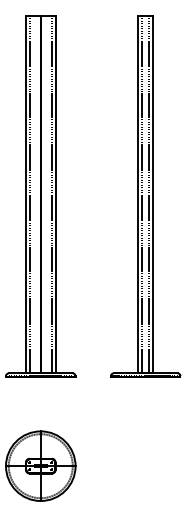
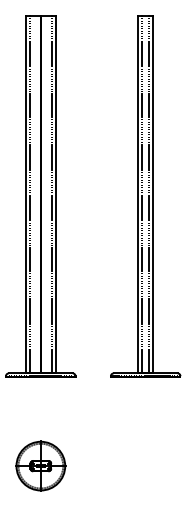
part at (40, 465) size: 72x72 px -> 52x52 px
